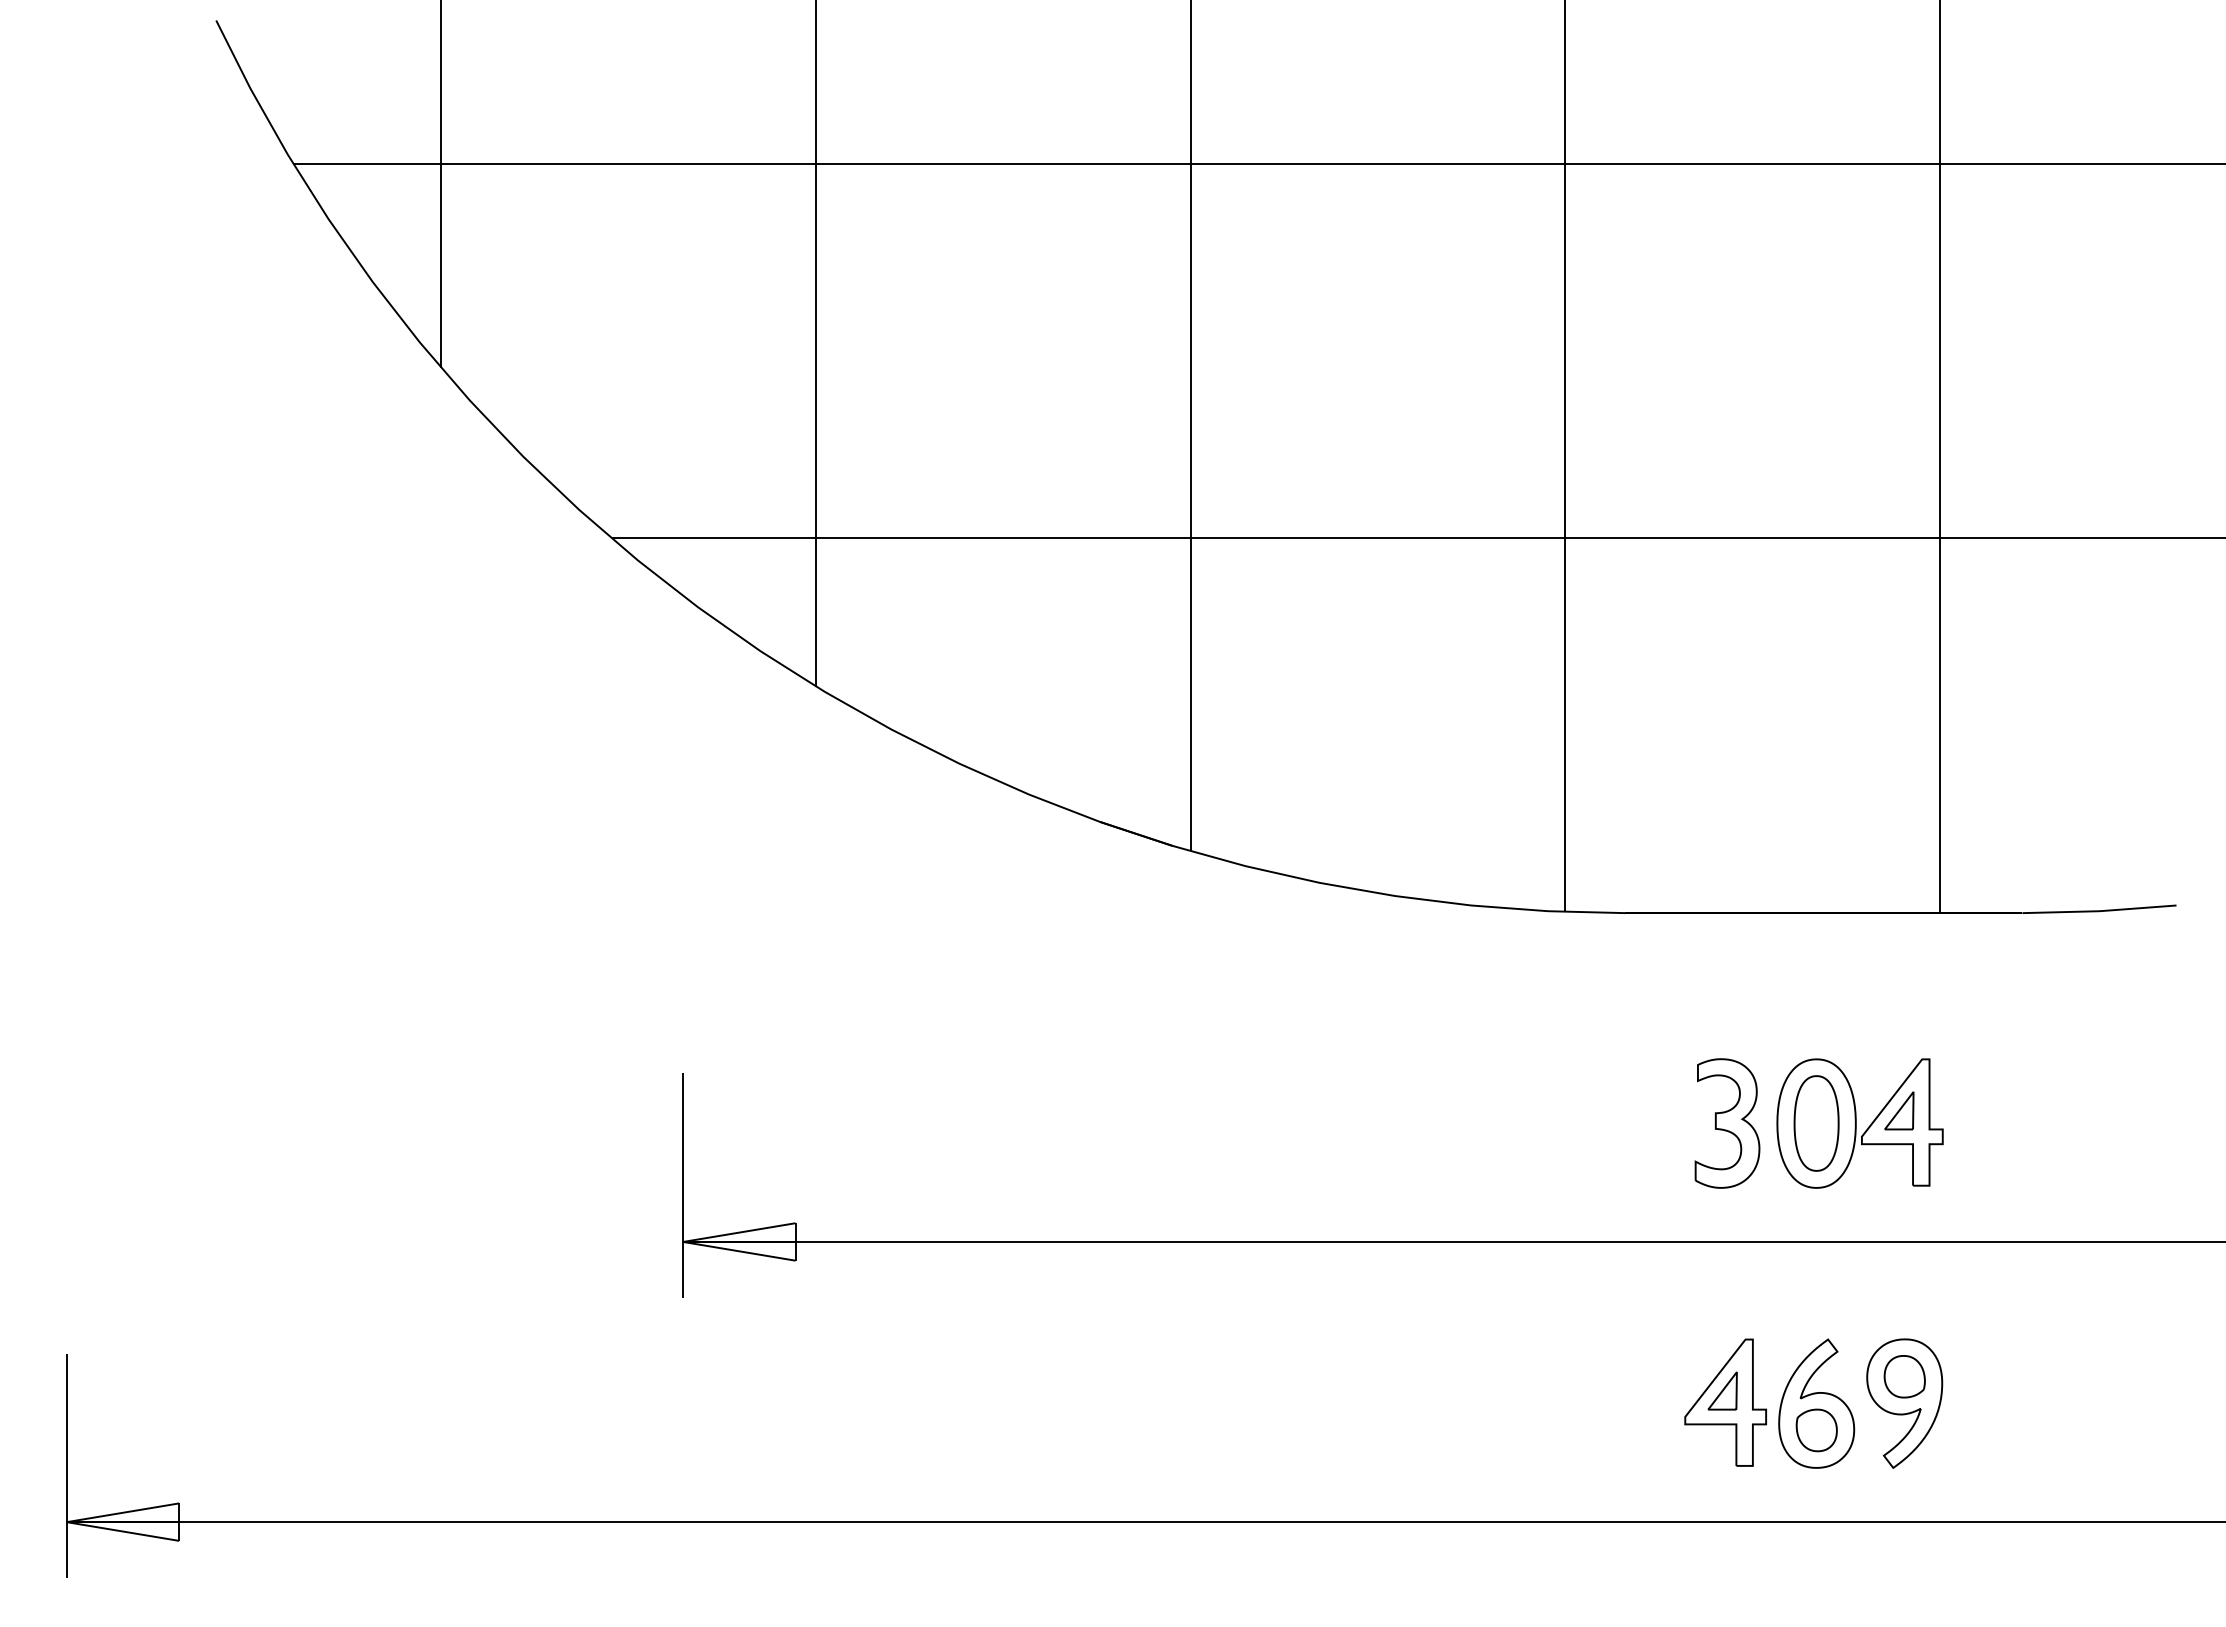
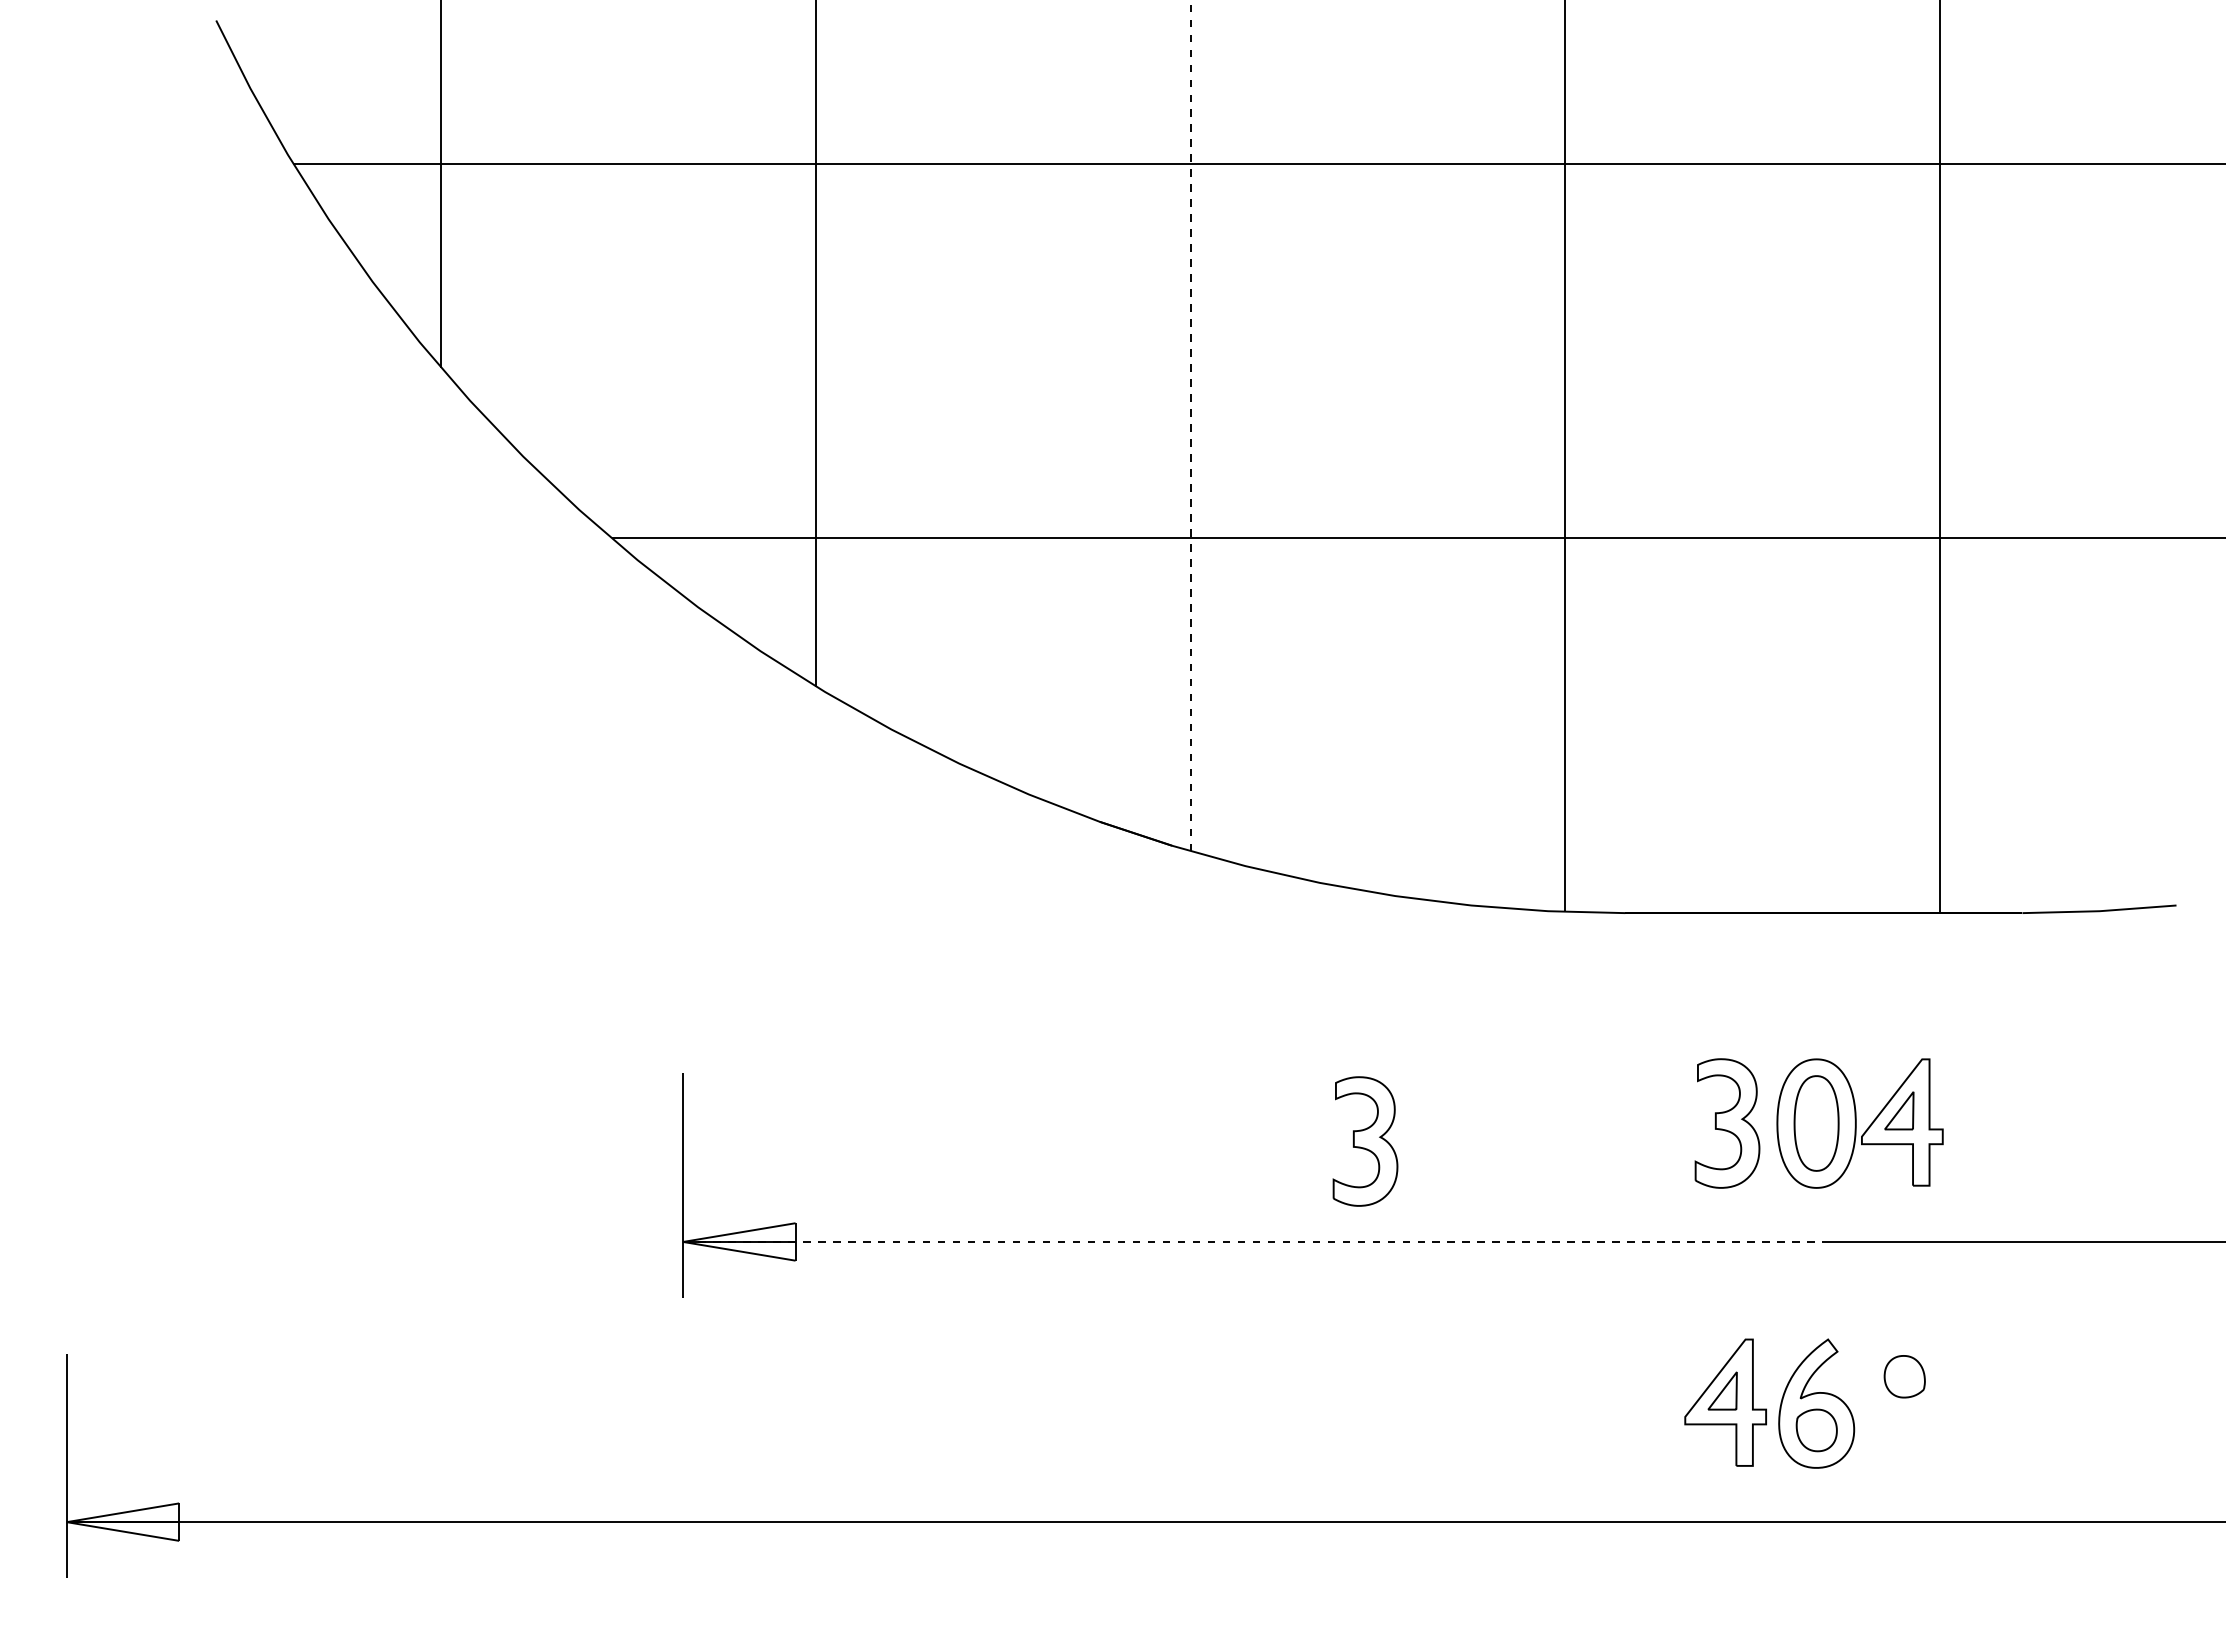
line at (1190, 425): solid -> dashed
part at (1365, 1141): none -> present
line at (1253, 1241): solid -> dashed
part at (1904, 1403): present -> none
